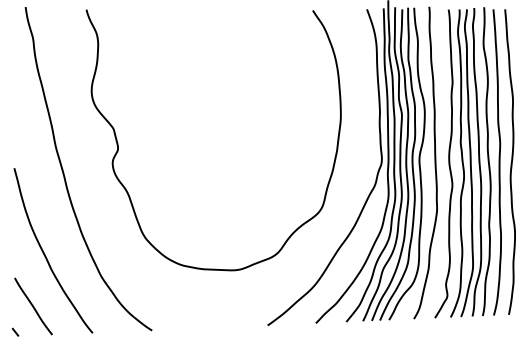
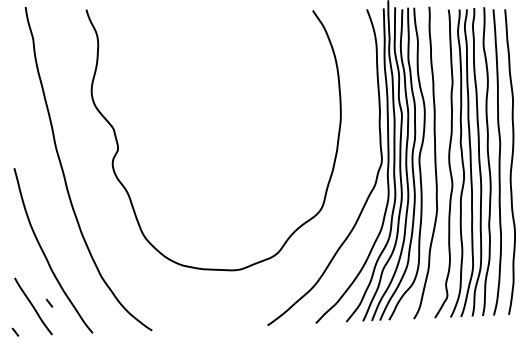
line at (49, 302): none -> present
